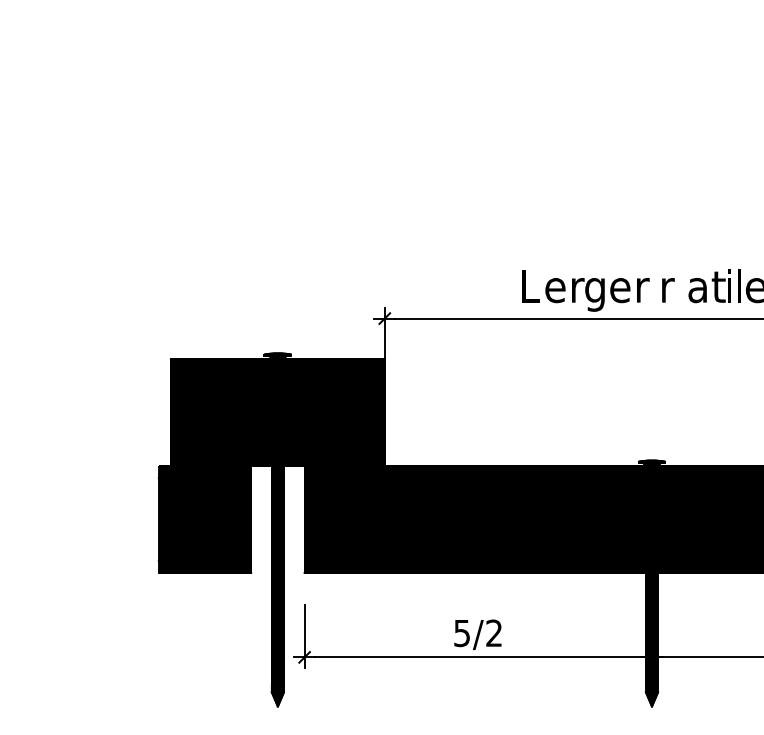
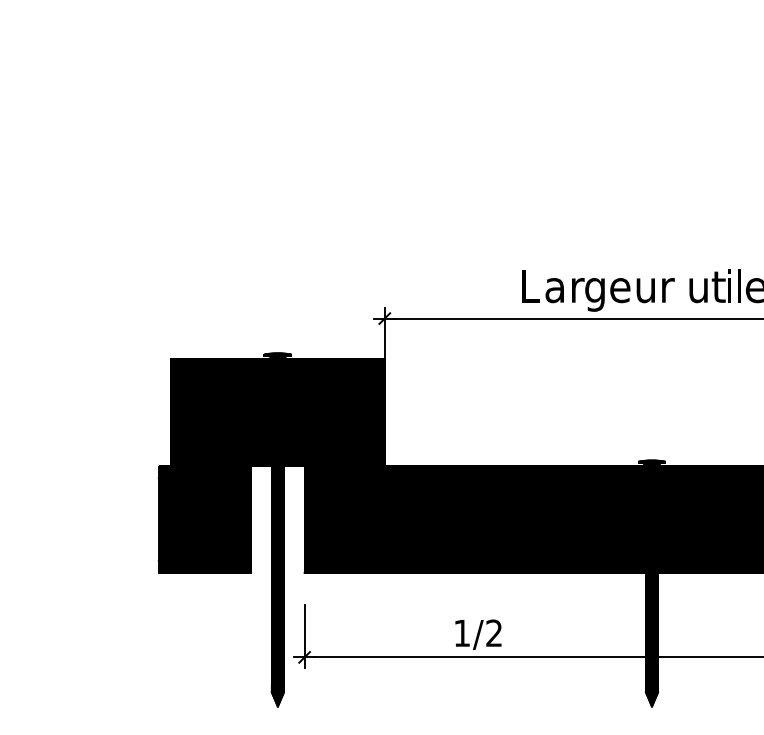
text at (555, 290): e -> a
text at (645, 290): r -> u
text at (697, 290): a -> u
text at (461, 633): 5/2 -> 1/2
